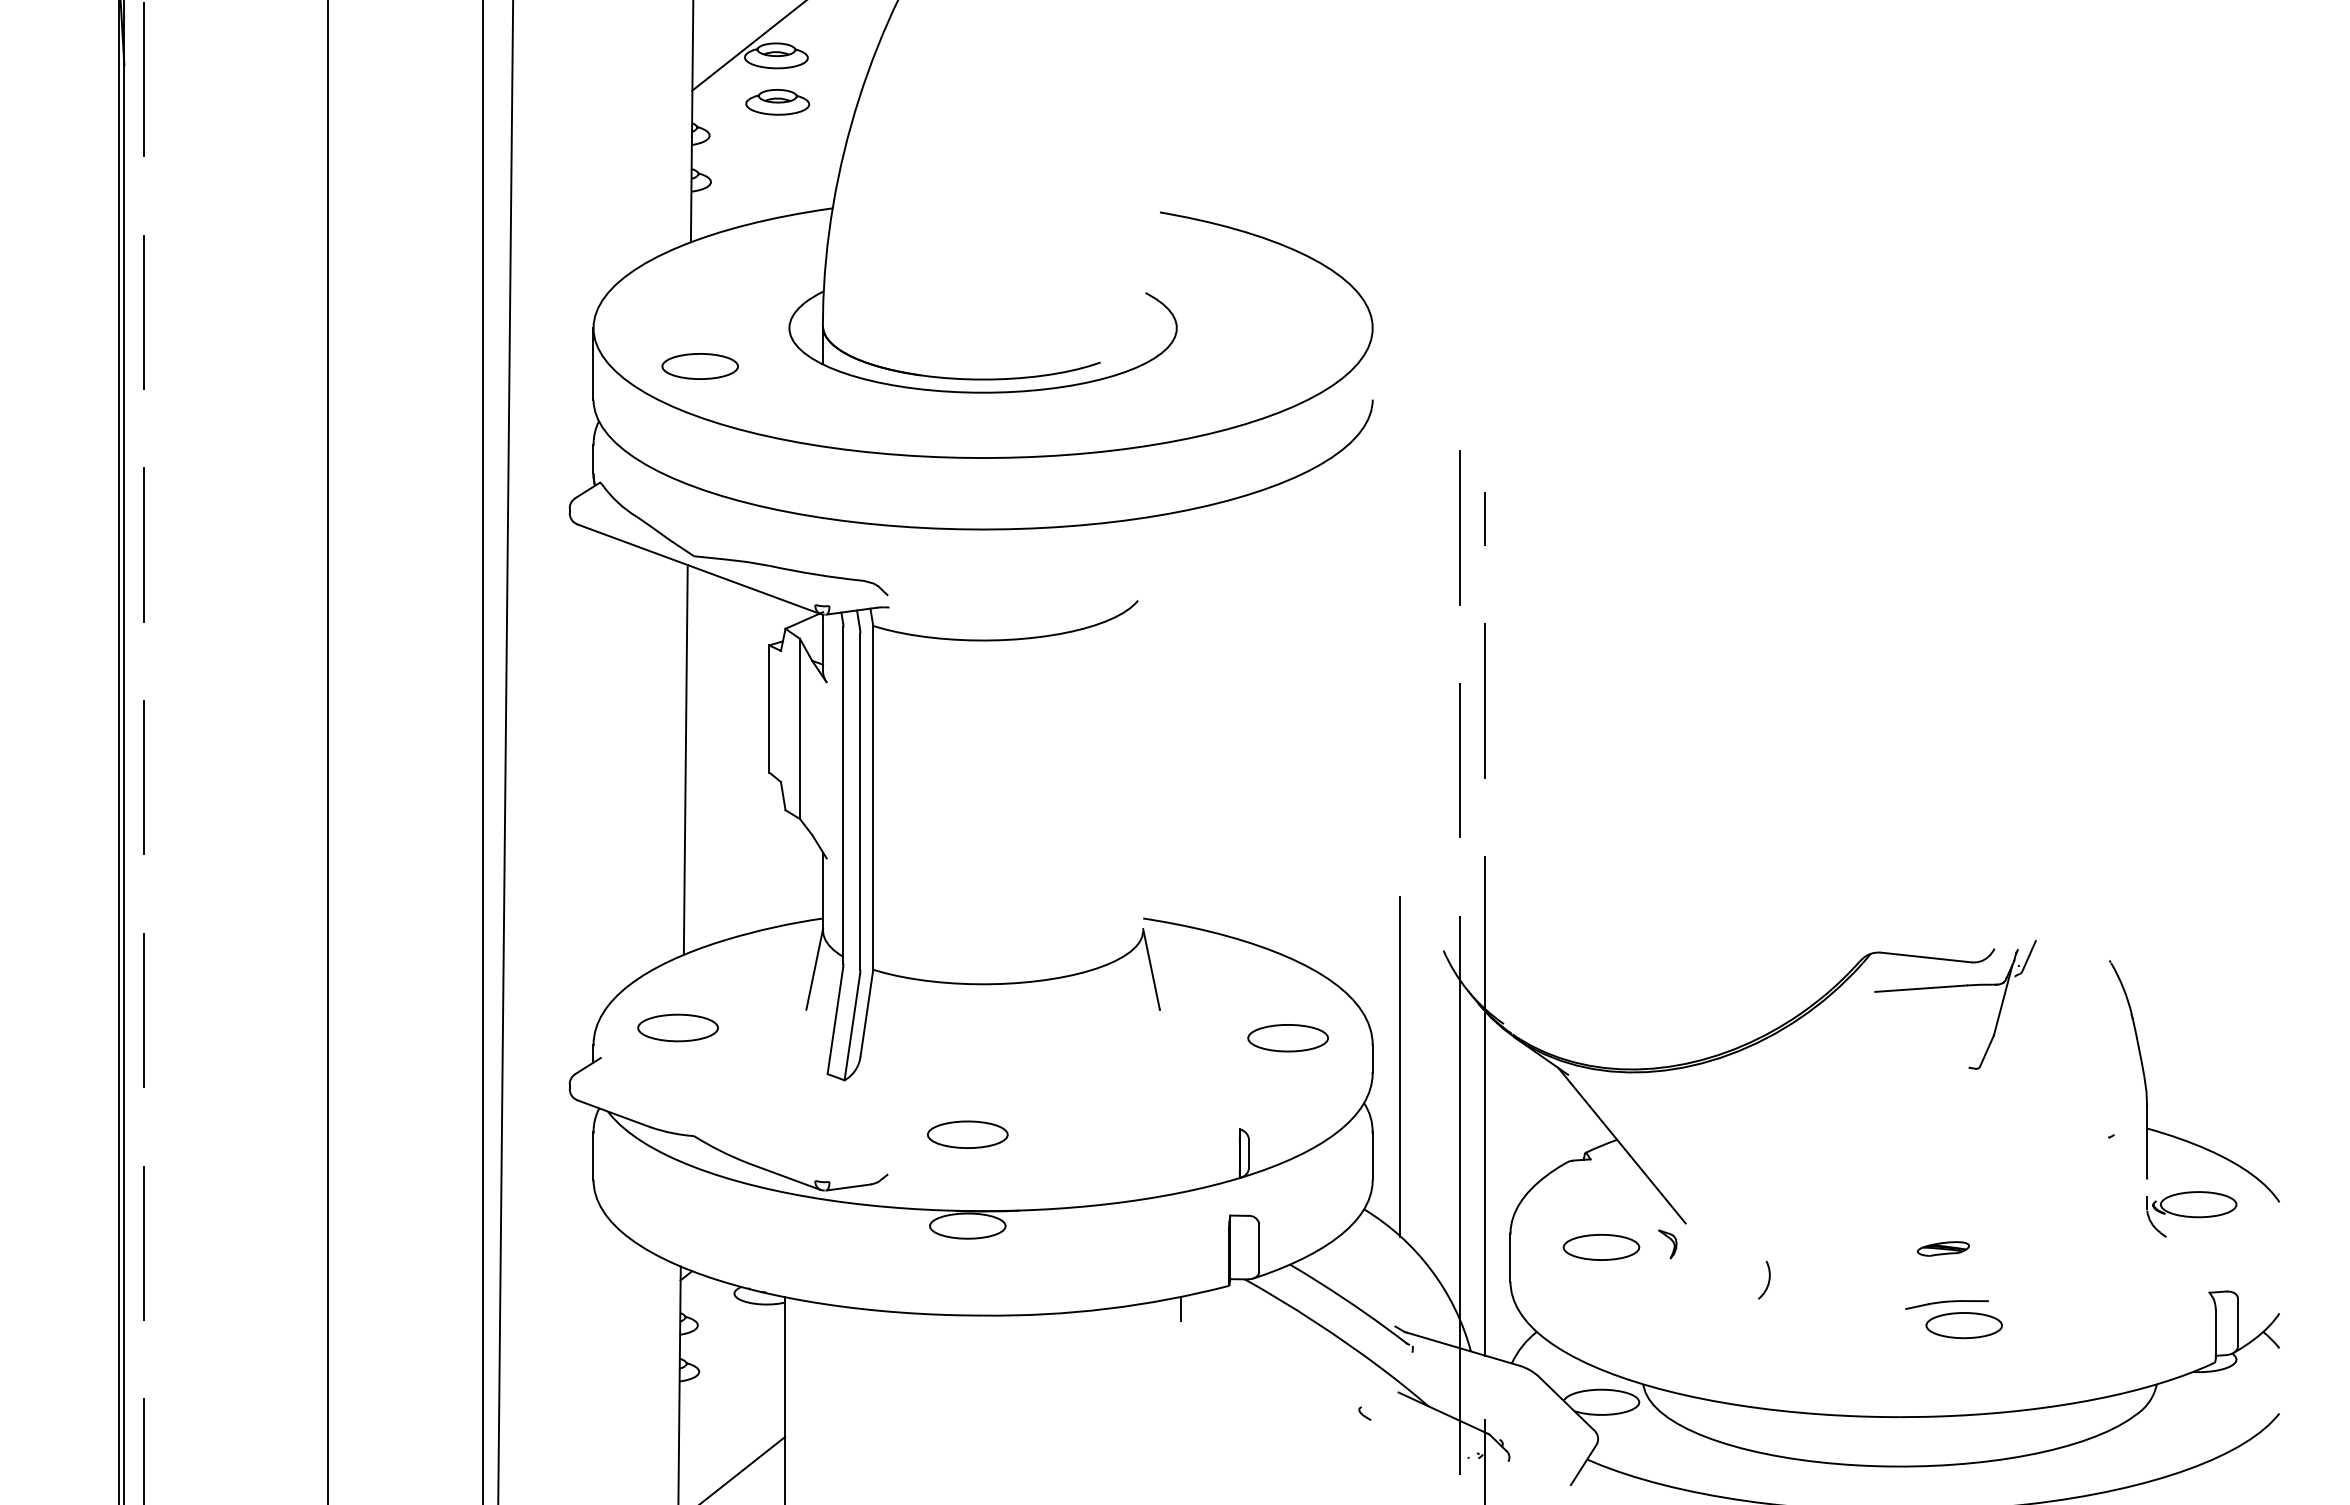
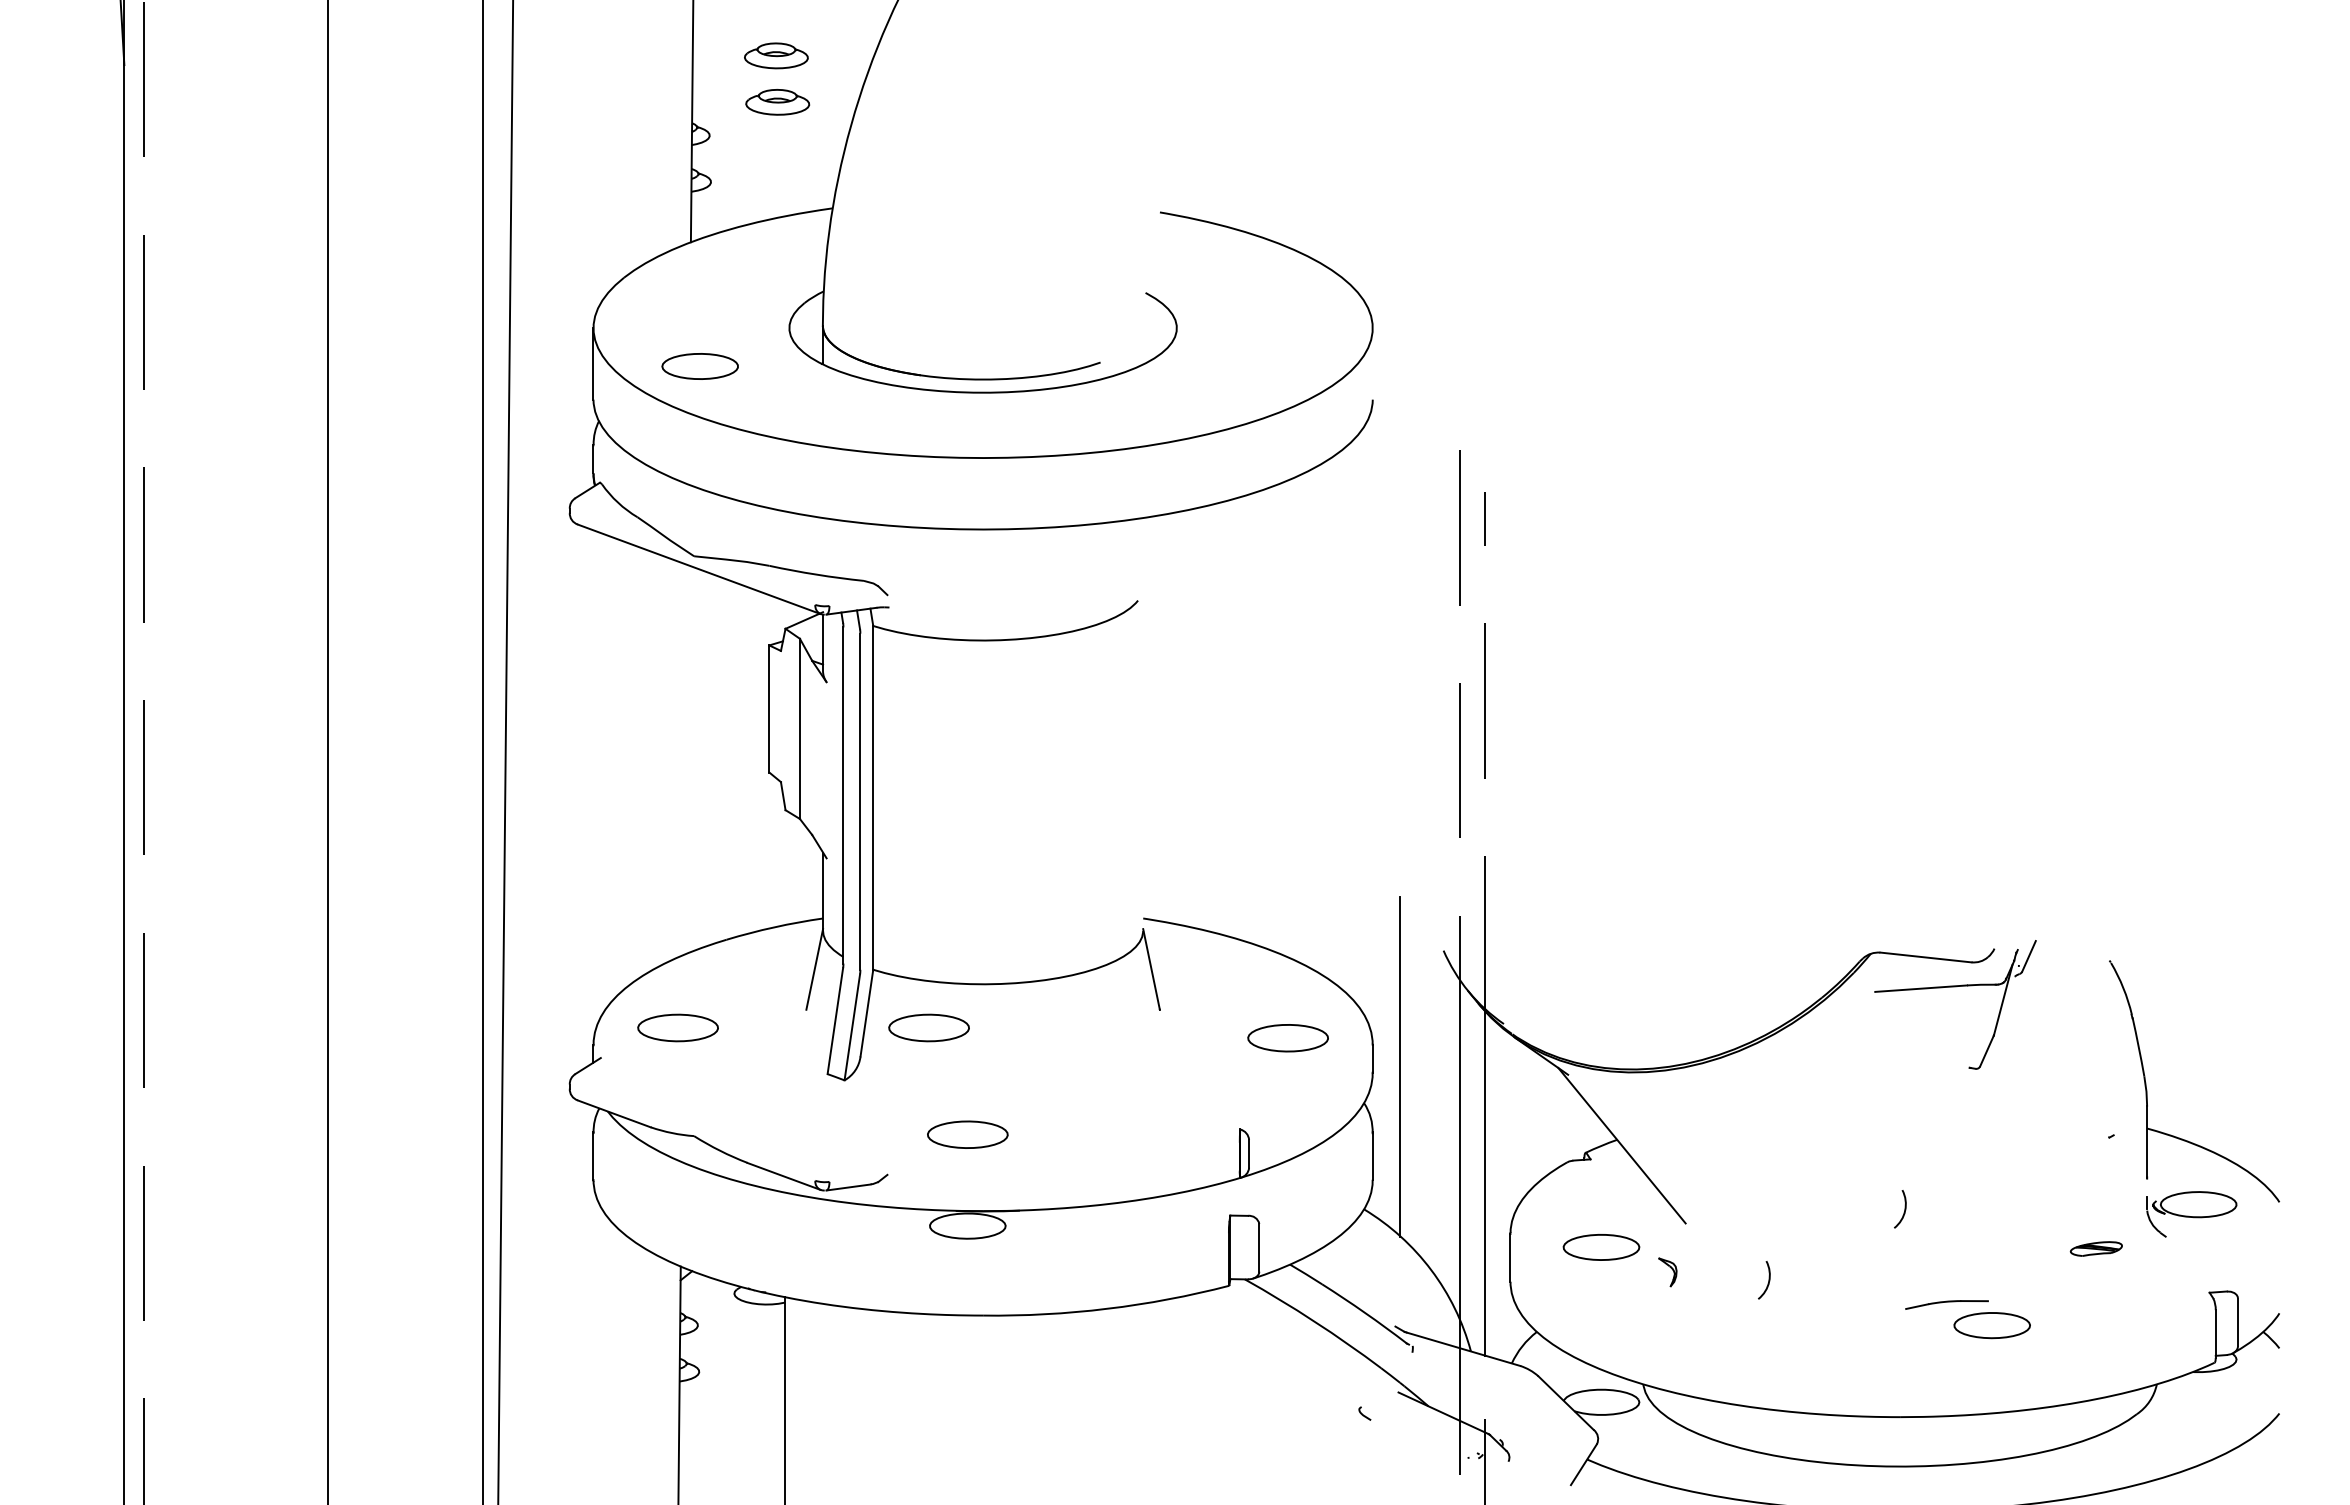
line at (748, 46): present -> none
line at (118, 751): present -> none
line at (685, 759): present -> none
part at (928, 1027): none -> present
arc at (1904, 1209): none -> present
part at (1667, 1244) position: (1667, 1244) -> (1667, 1272)
part at (1942, 1248) position: (1942, 1248) -> (2095, 1248)
line at (1181, 1309): present -> none
part at (1963, 1325) position: (1963, 1325) -> (1991, 1325)
line at (744, 1468): present -> none
